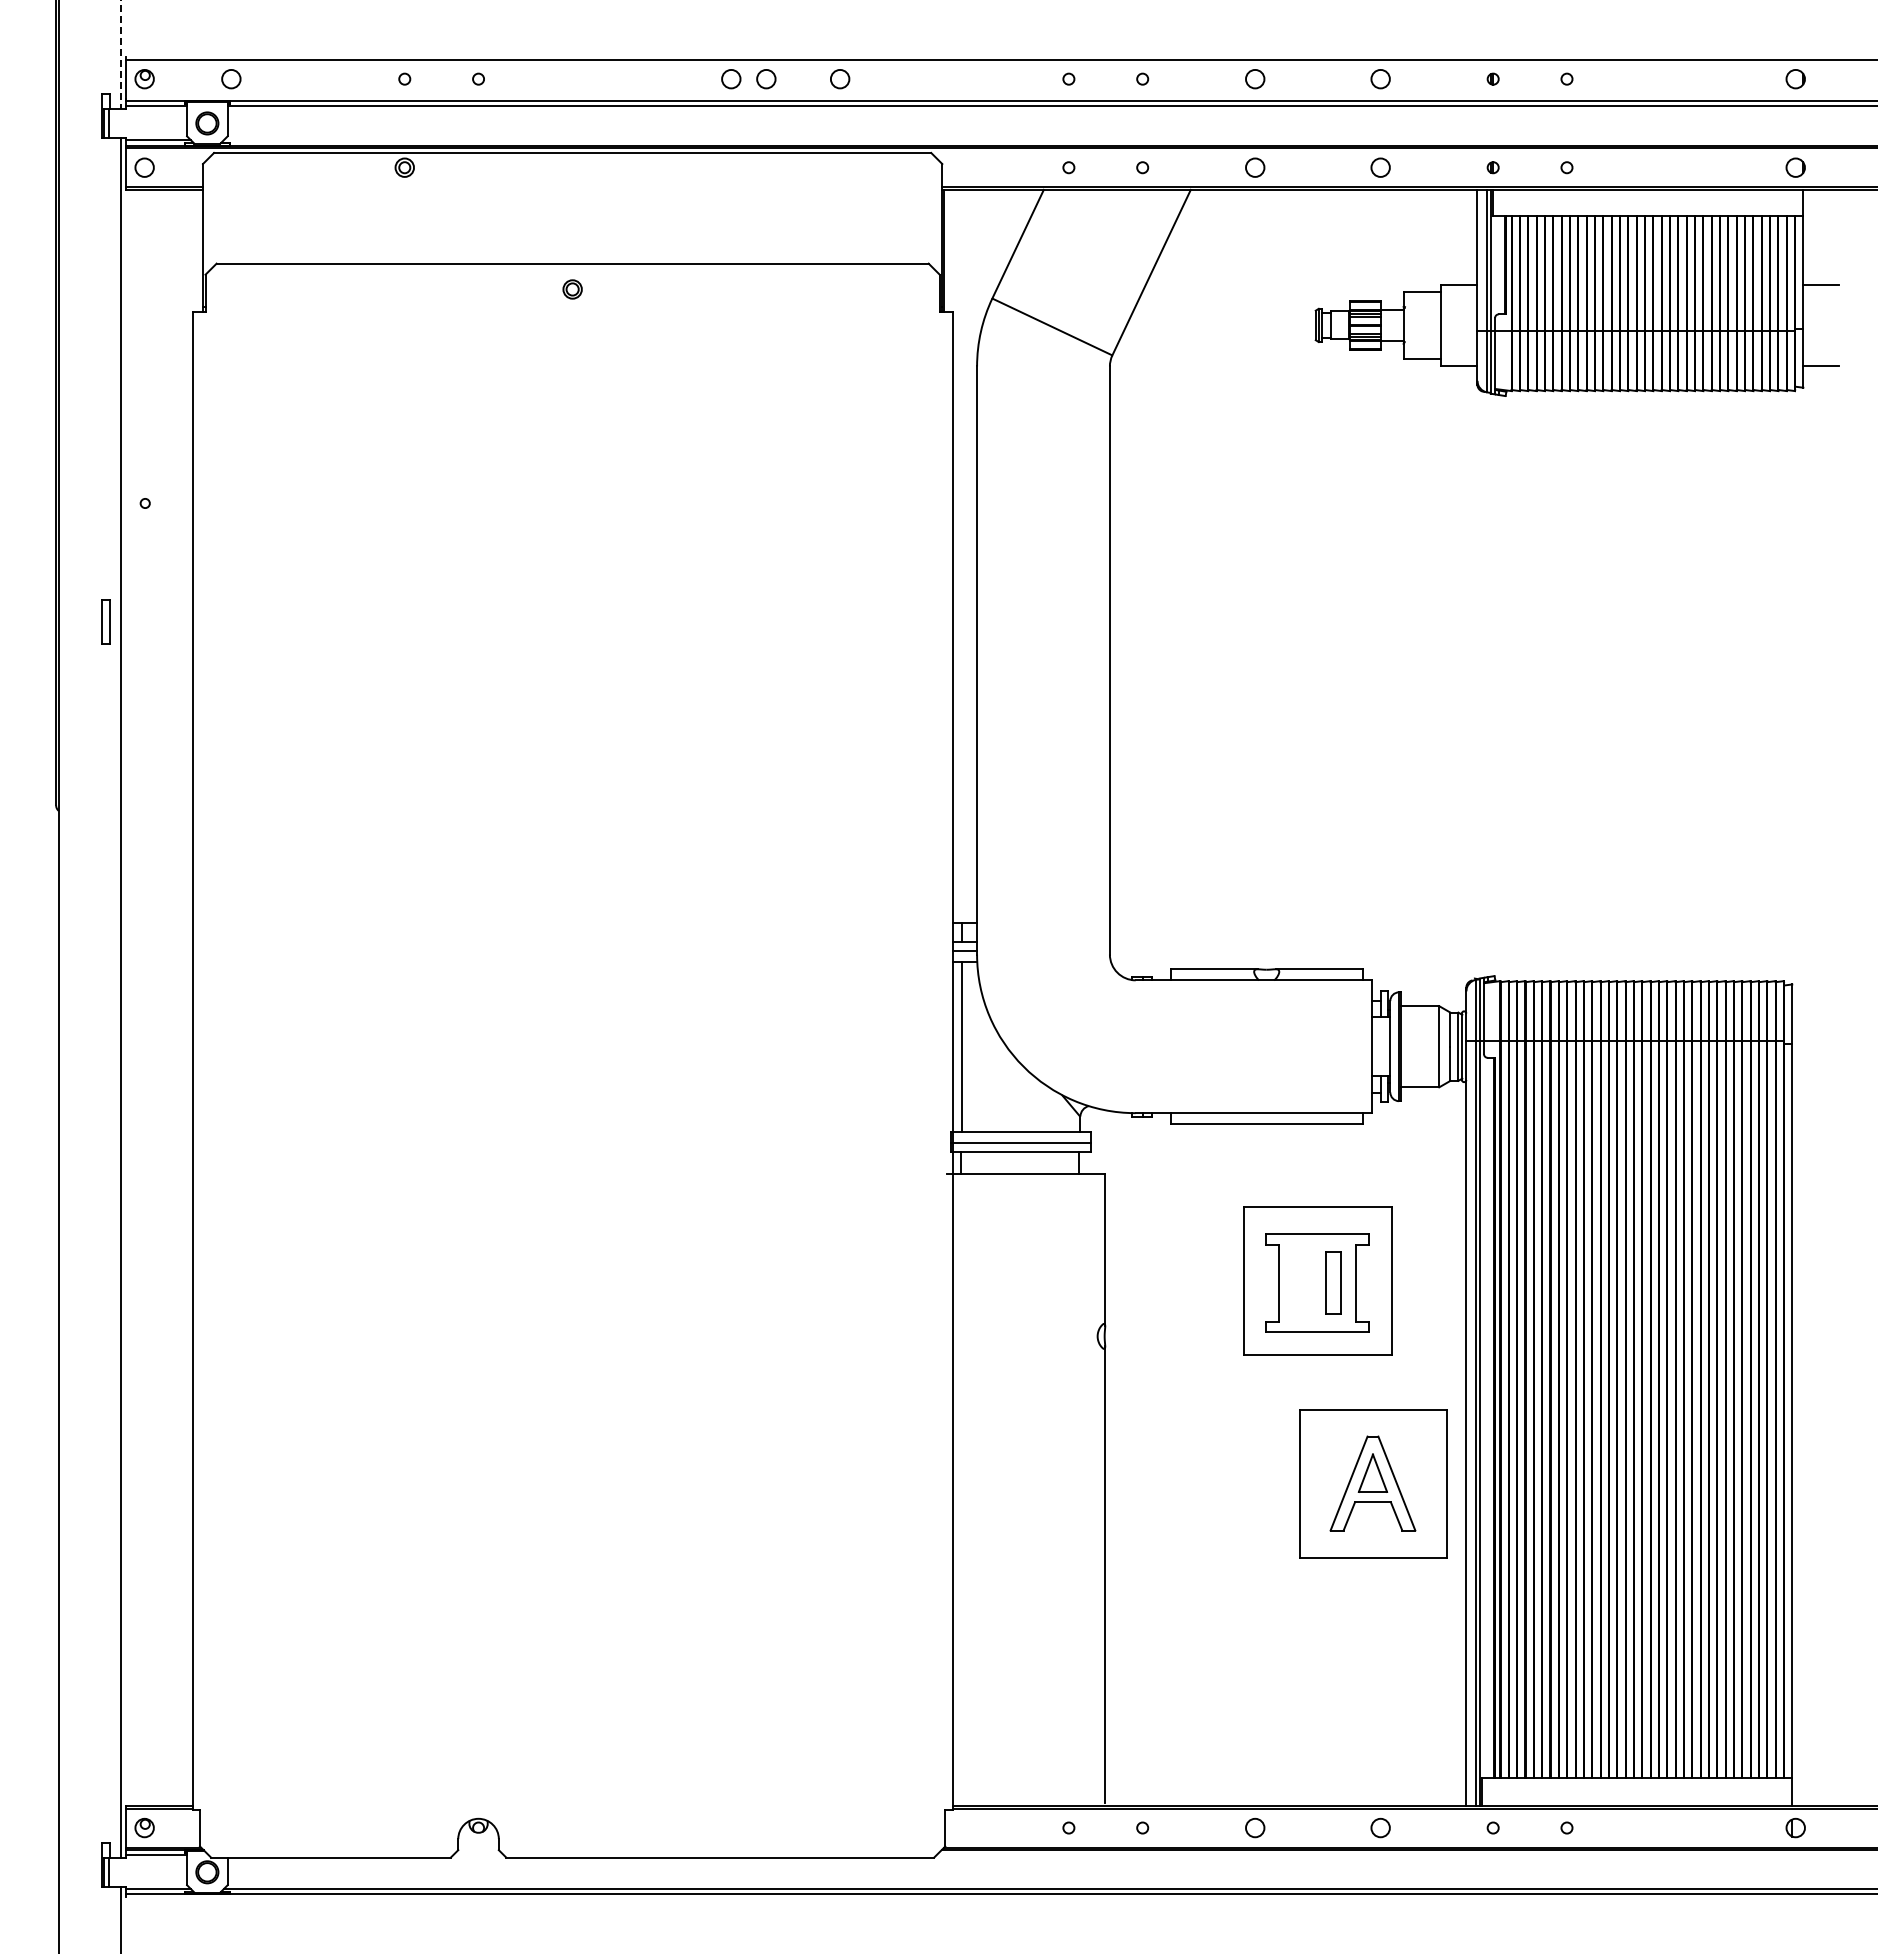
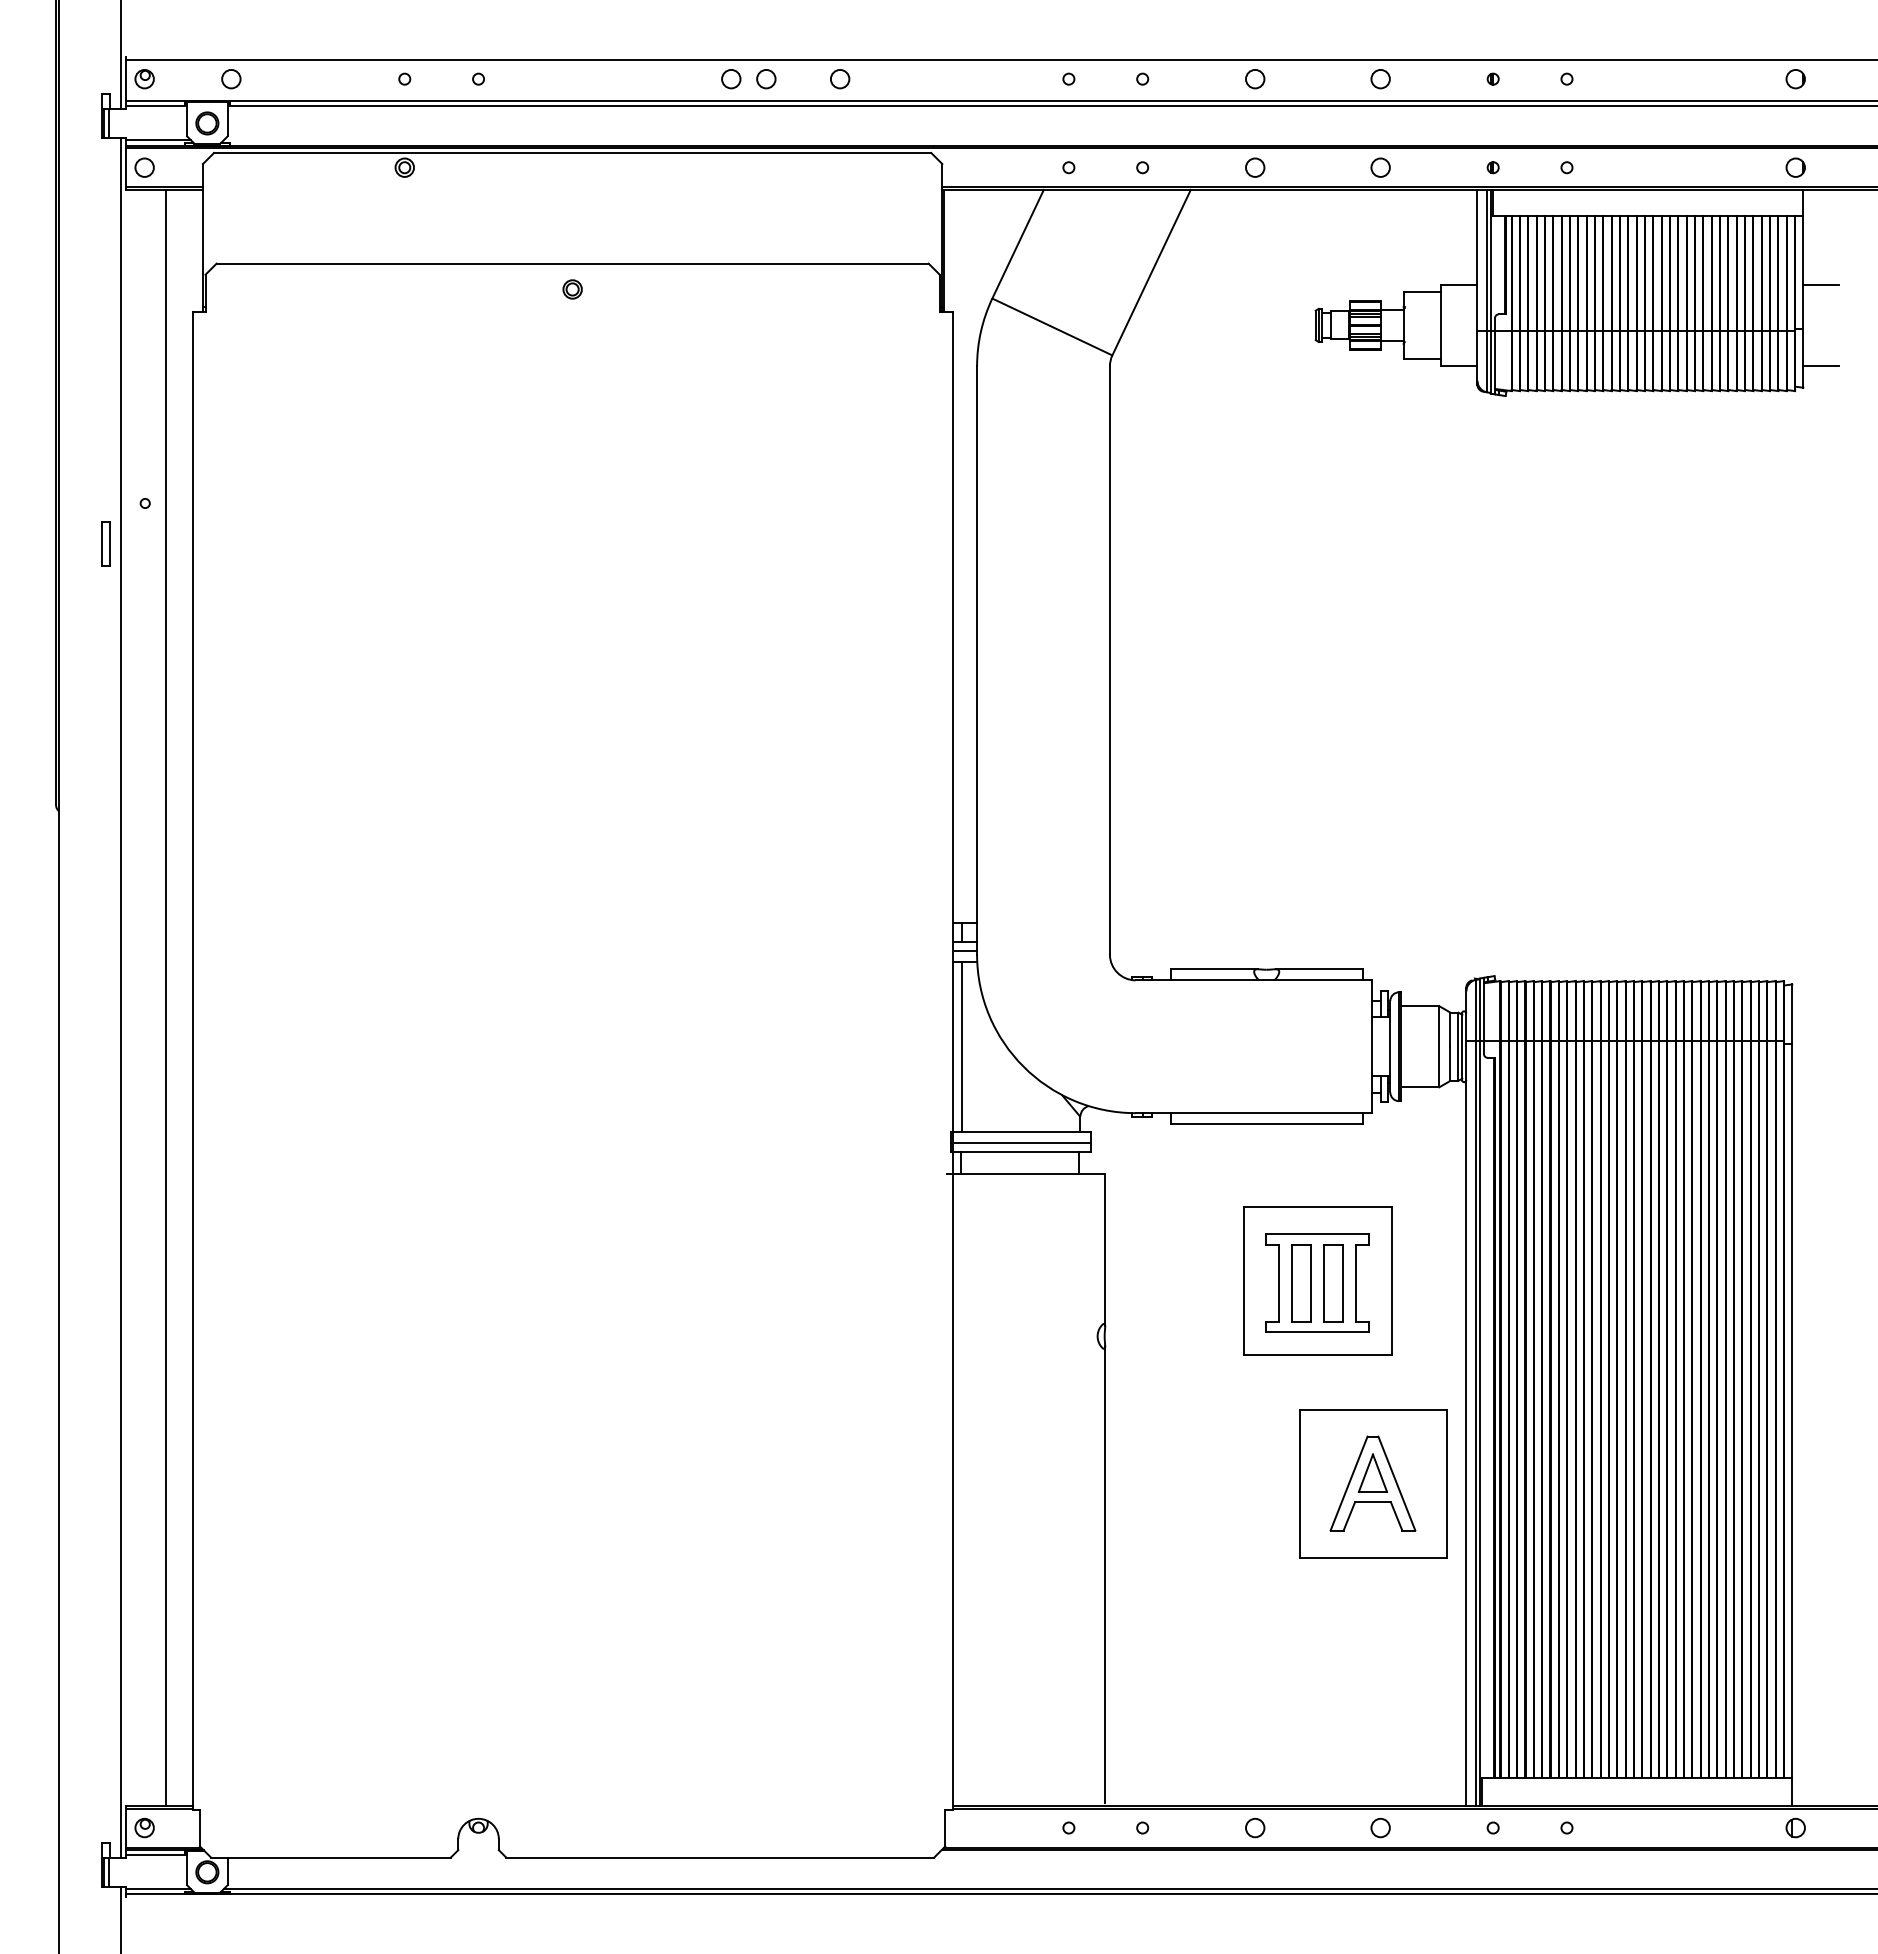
line at (121, 54): dashed -> solid
part at (105, 621) position: (105, 621) -> (105, 543)
line at (165, 997): none -> present
part at (1333, 1282) size: 17x64 px -> 21x79 px
part at (1301, 1283): none -> present
